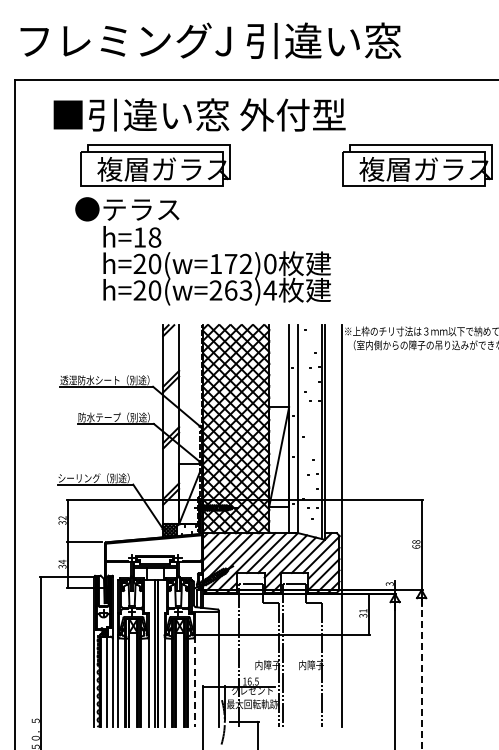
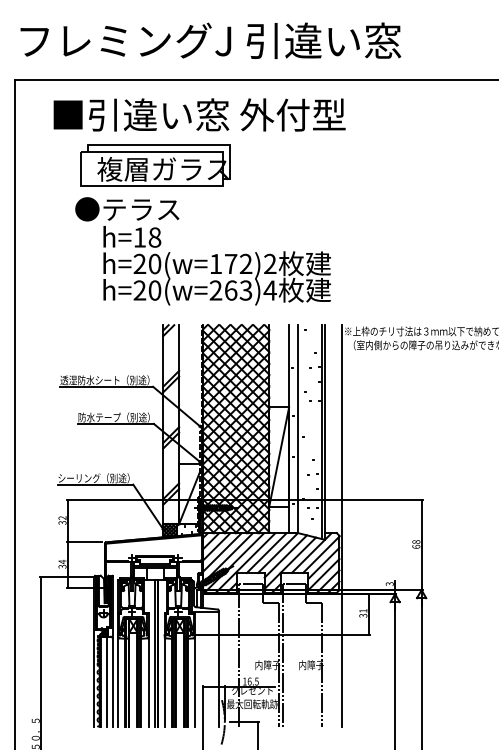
part at (417, 165): present -> none
text at (270, 264): h=20(w=172)0 -> h=20(w=172)2
line at (421, 674): dashed -> solid
line at (195, 682): dashed -> solid
